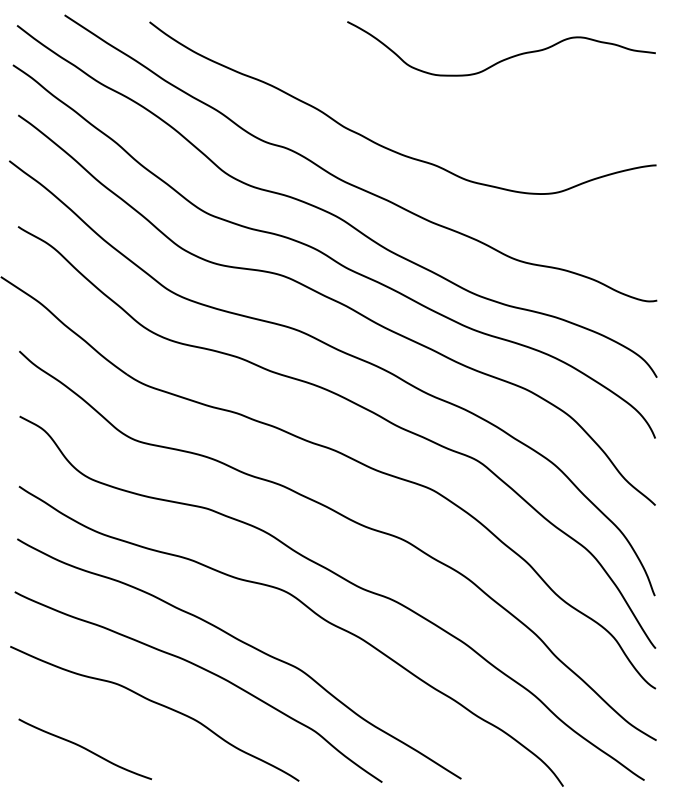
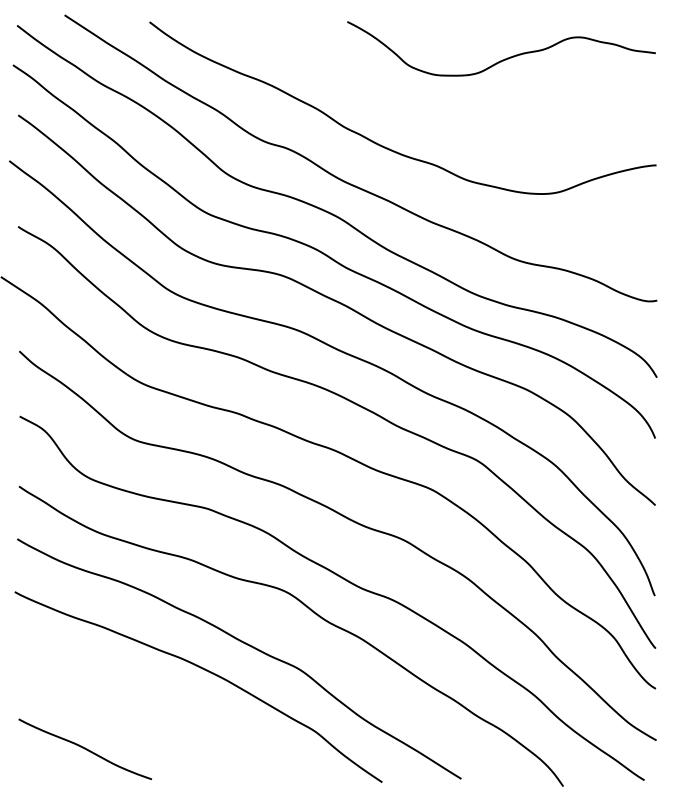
curve at (159, 705): present -> none
